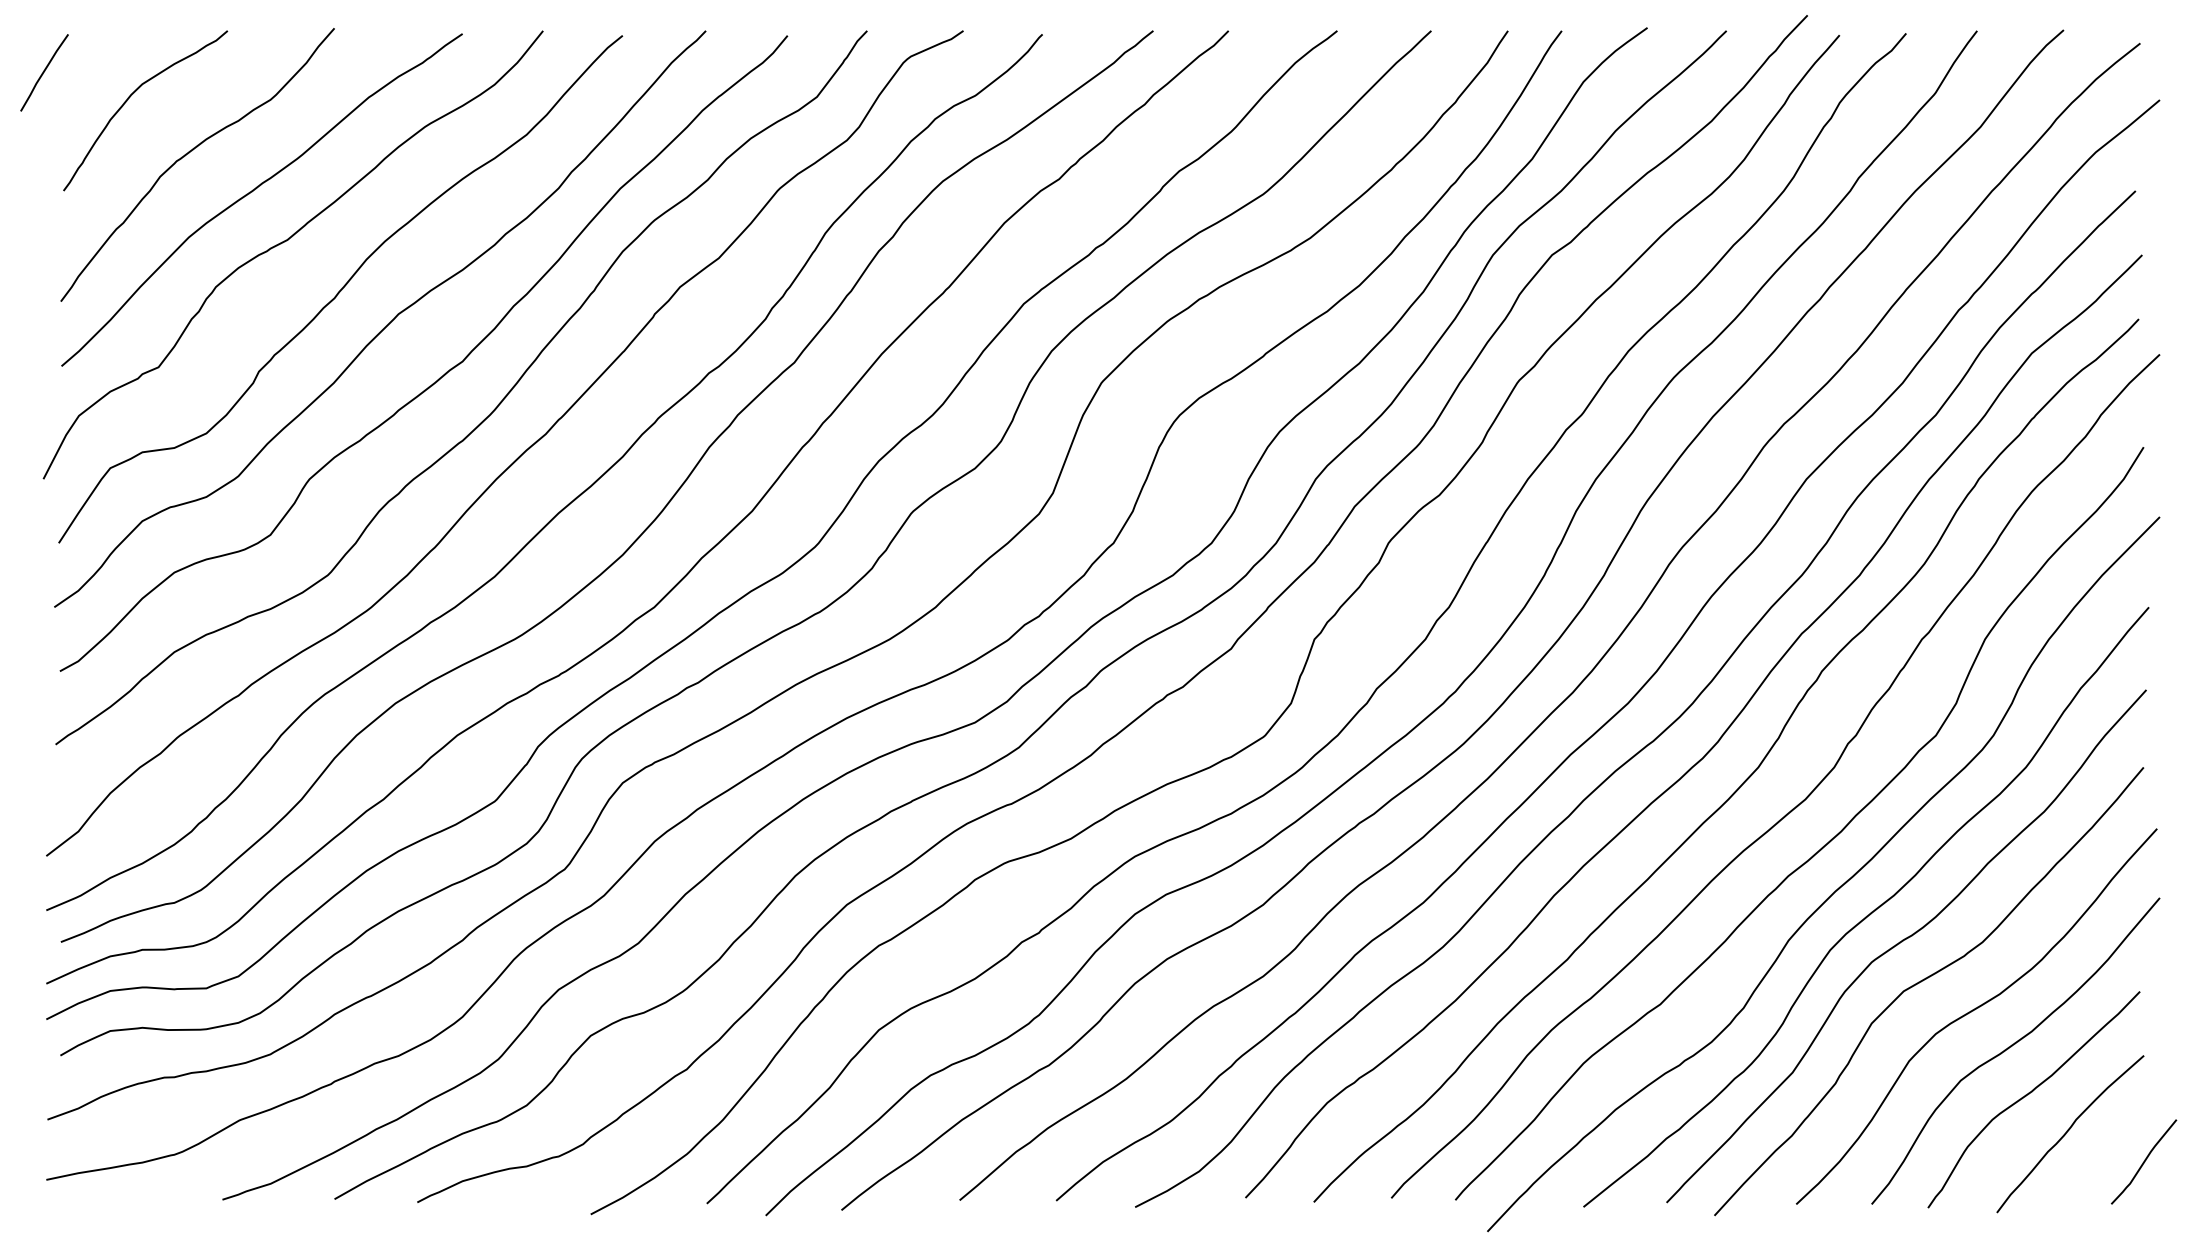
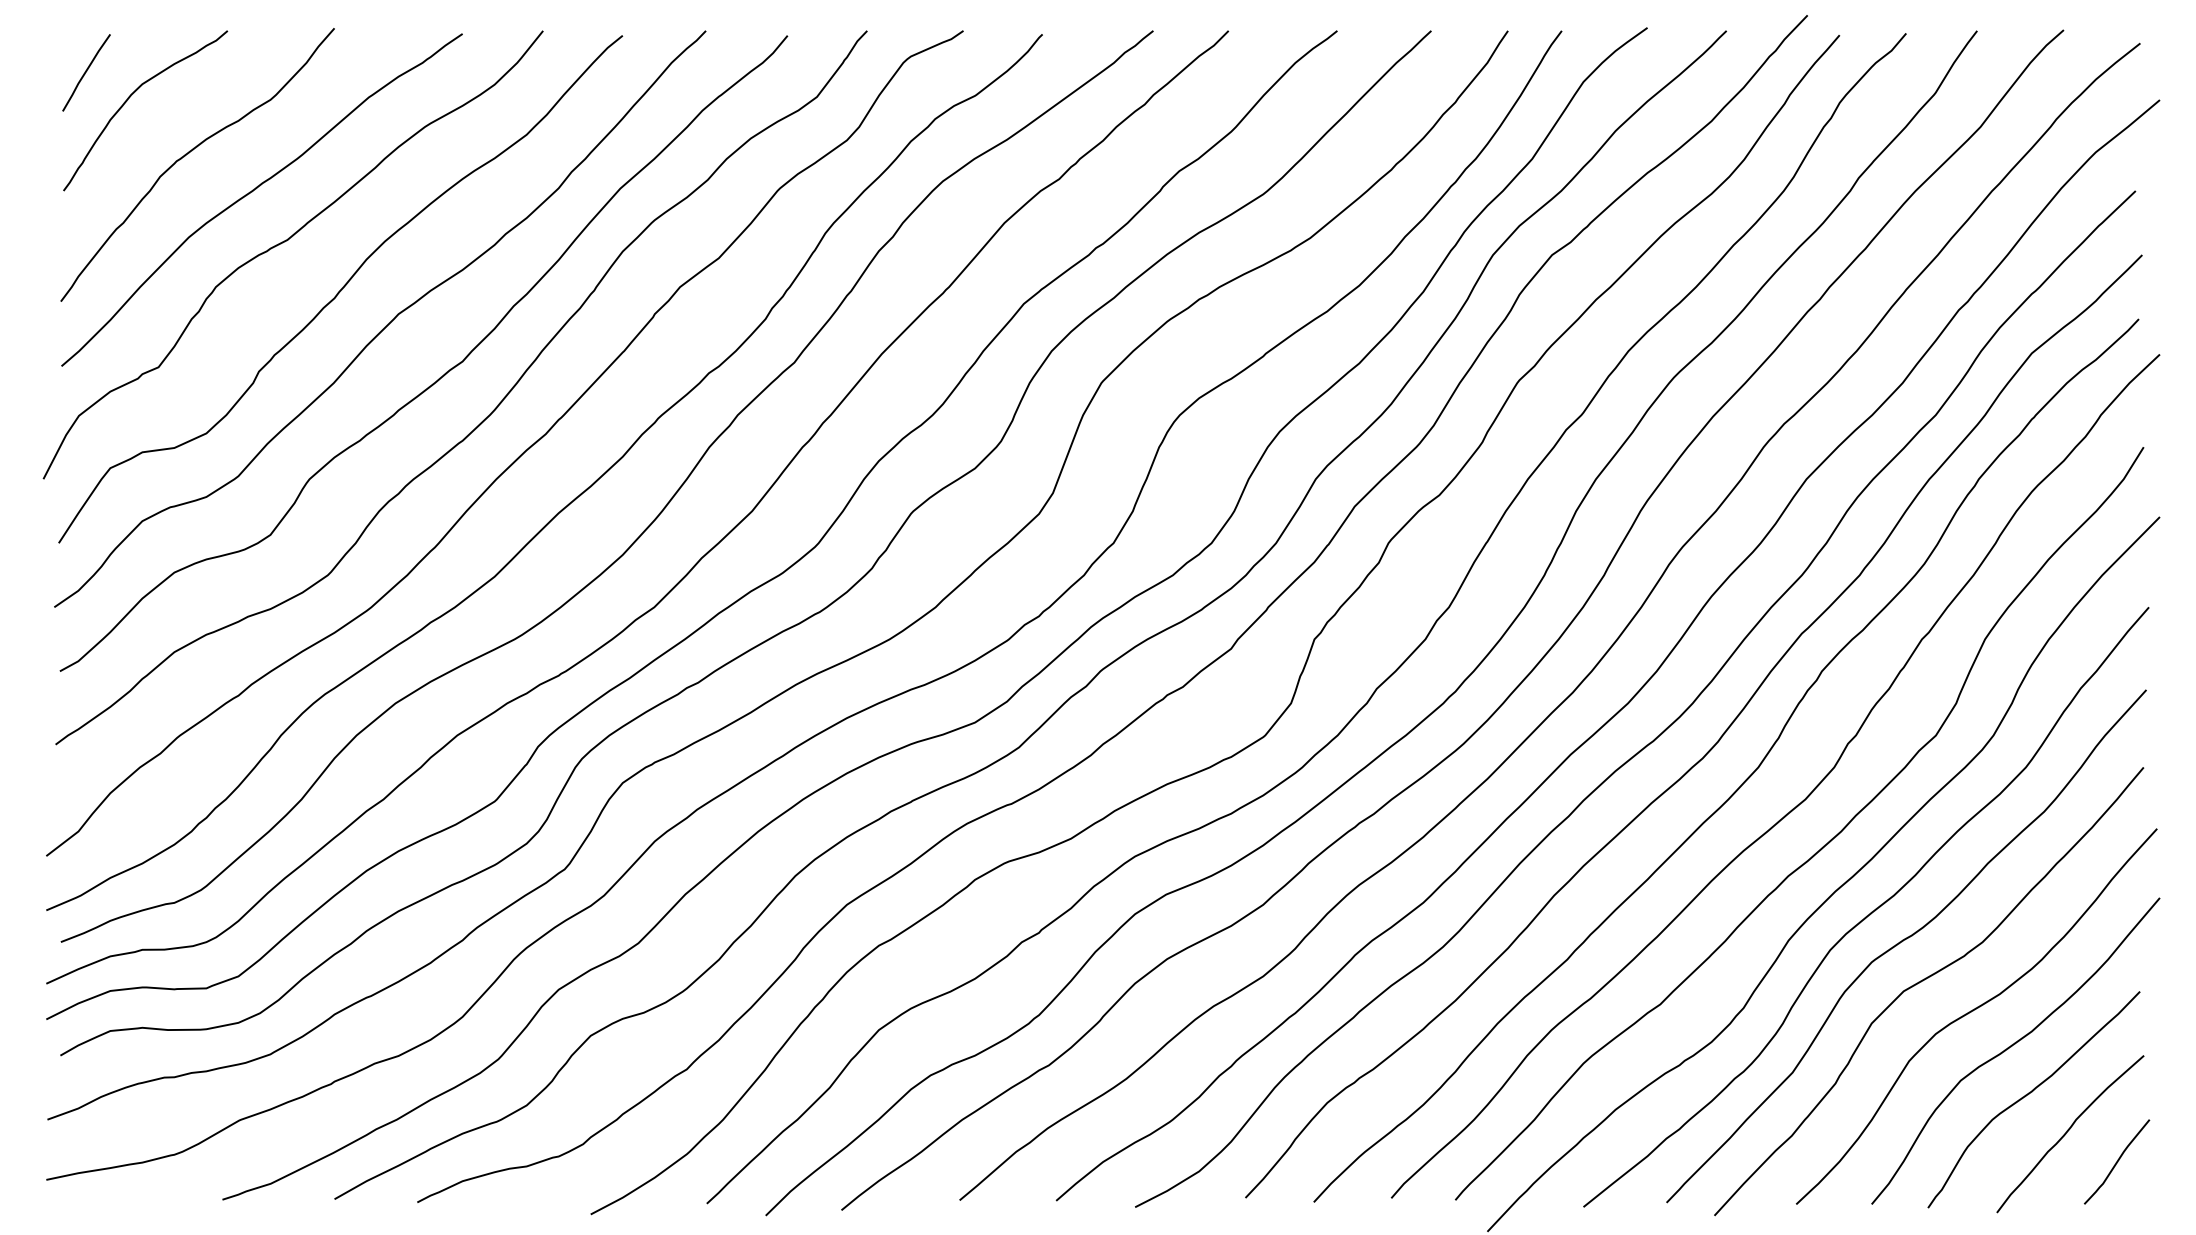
curve at (44, 72) position: (44, 72) -> (86, 72)
curve at (2144, 1161) position: (2144, 1161) -> (2117, 1161)
